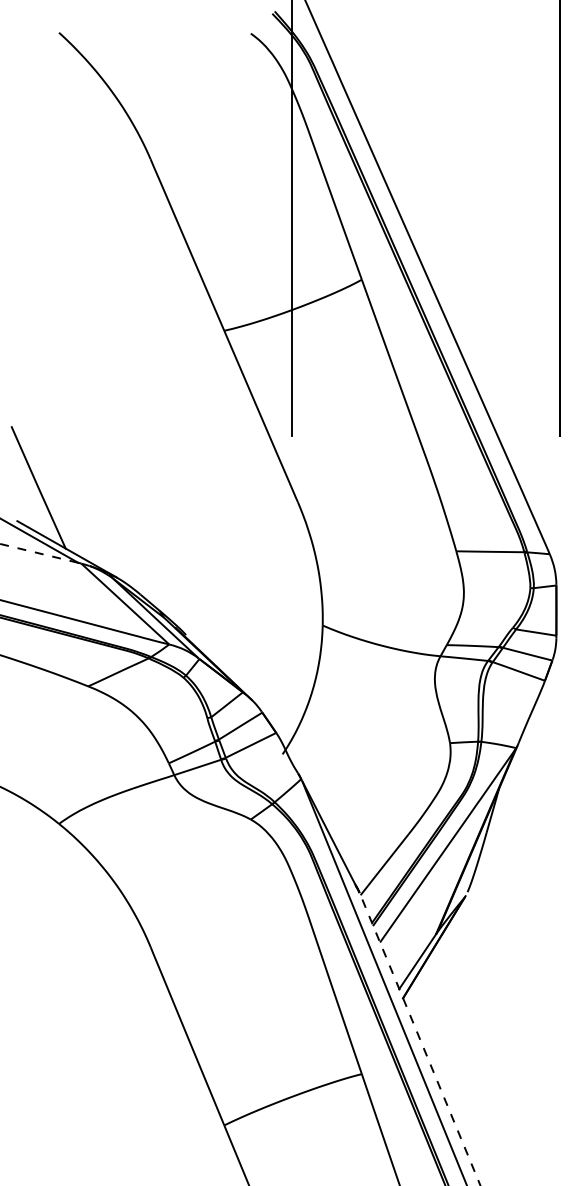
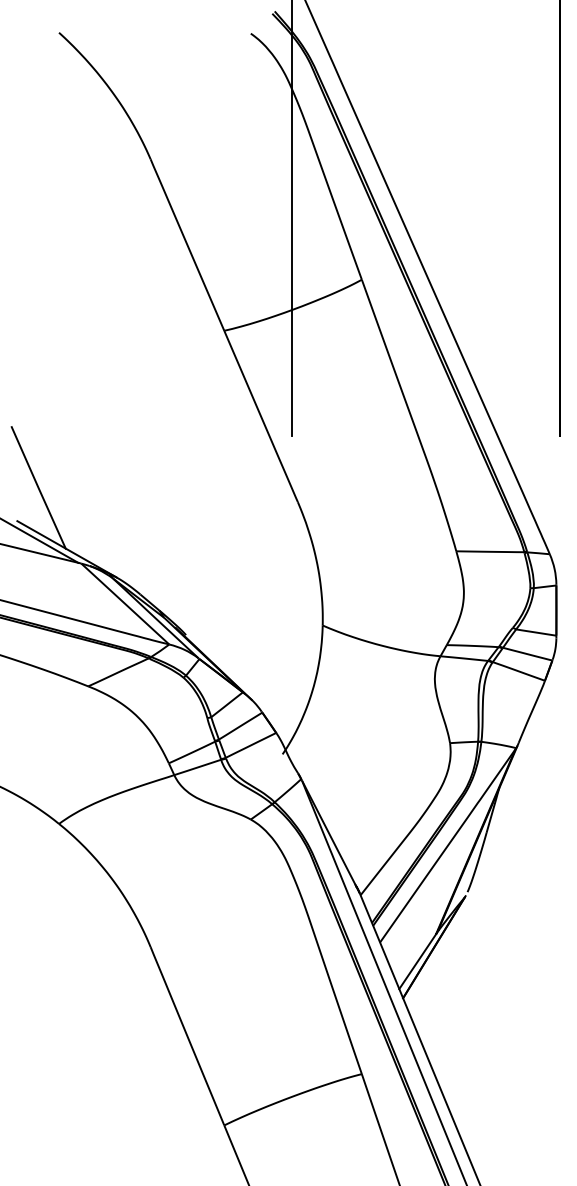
line at (39, 553): dashed -> solid
line at (419, 1038): dashed -> solid
